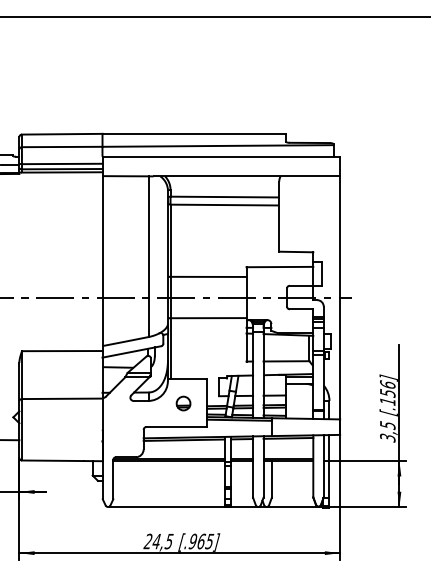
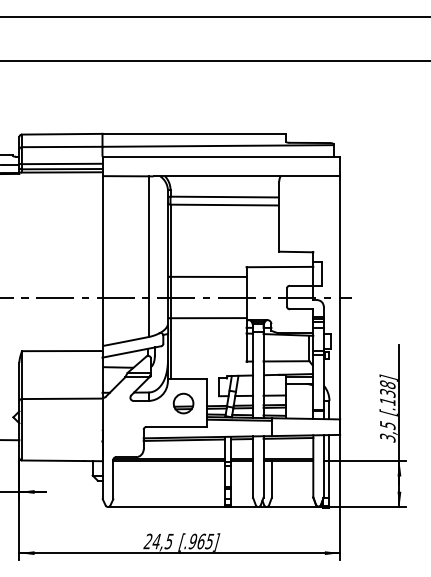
line at (214, 60): none -> present
text at (387, 387): [.156] -> [.138]
part at (183, 403) size: 17x17 px -> 23x23 px
